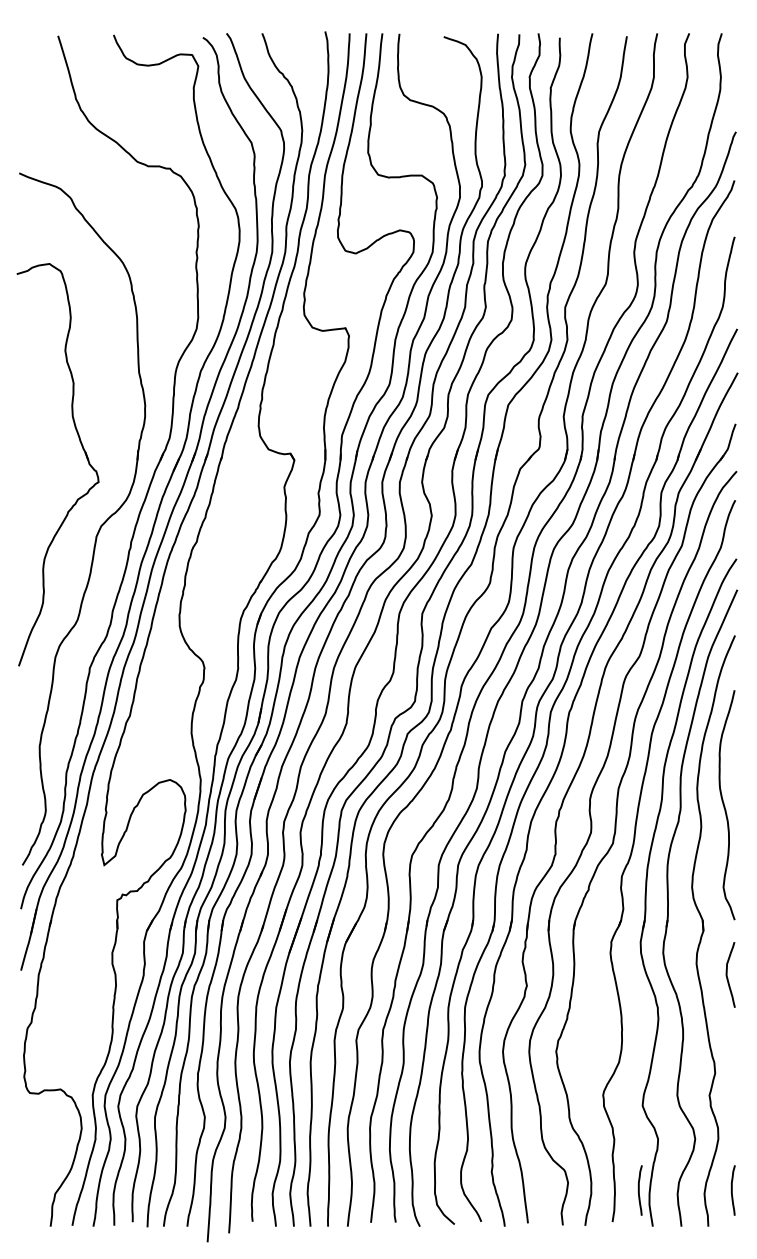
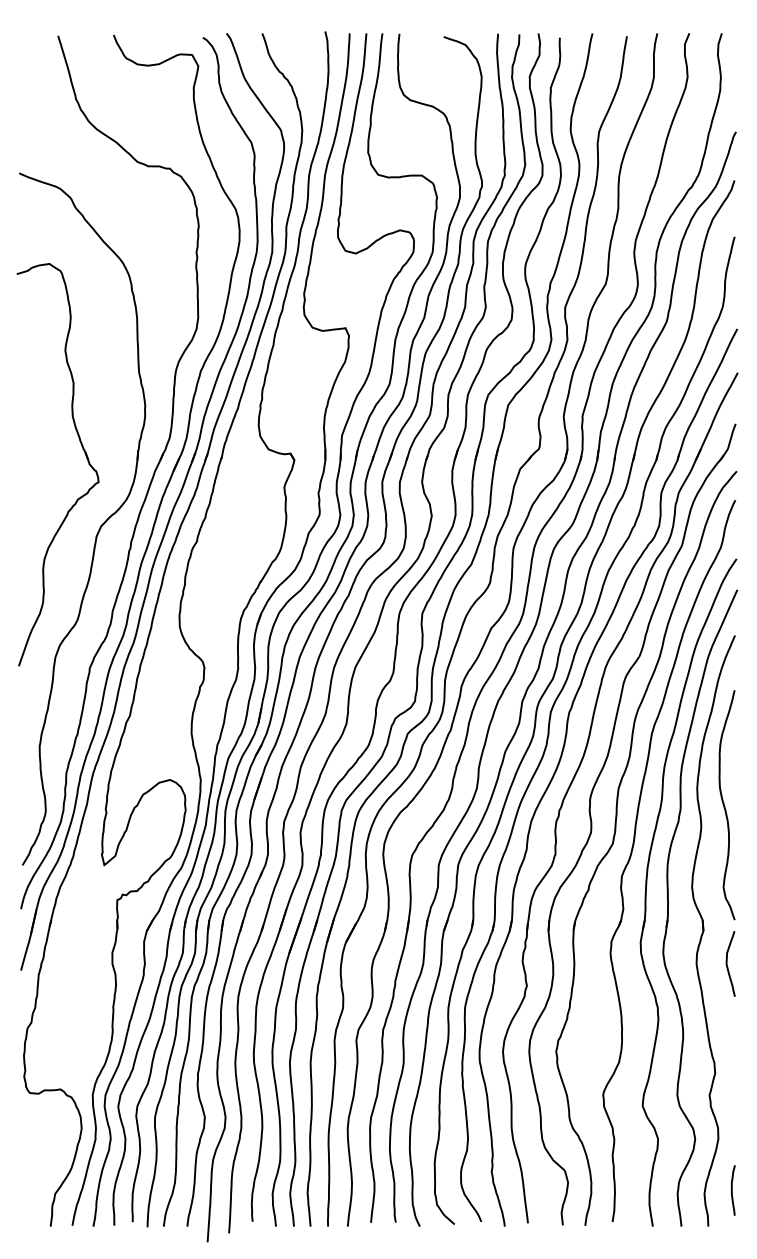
curve at (727, 974) position: (727, 974) -> (727, 963)
curve at (639, 1190): present -> none
